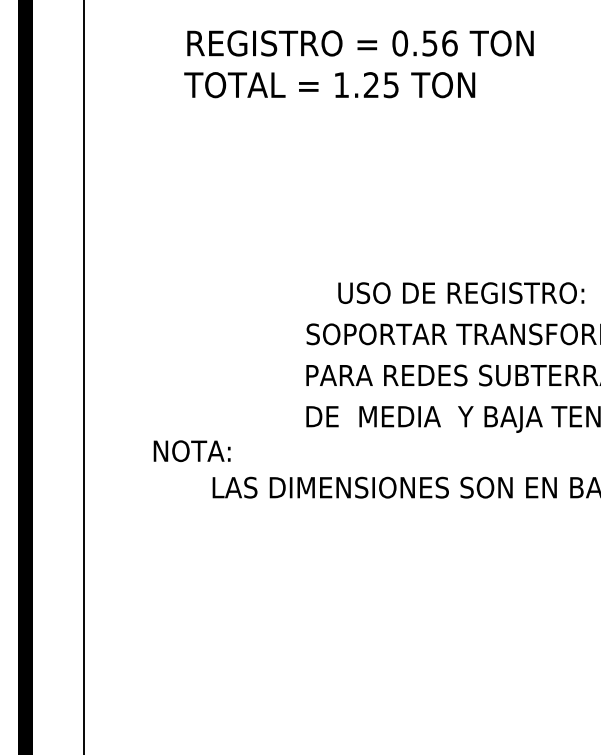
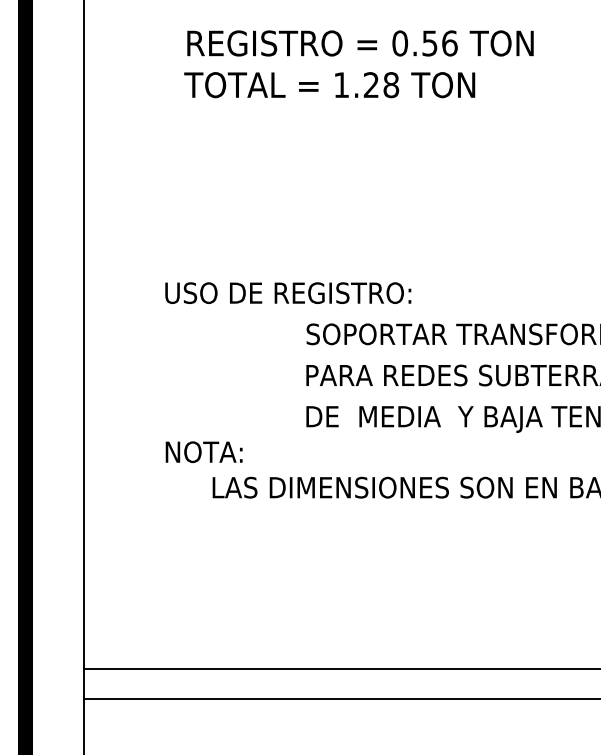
text at (391, 85): 1.25 -> 1.28
text at (461, 292) position: (461, 292) -> (288, 292)
text at (191, 451) position: (191, 451) -> (203, 452)
line at (340, 668): none -> present
line at (340, 698): none -> present
